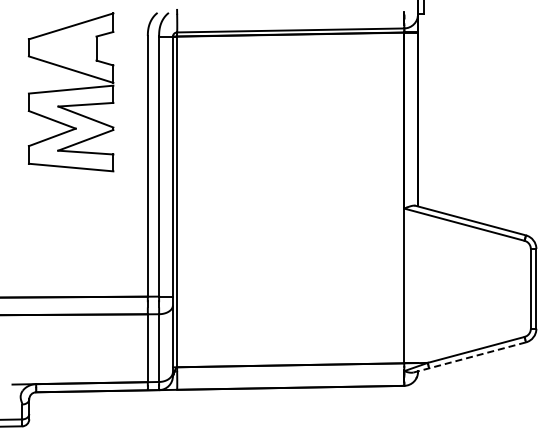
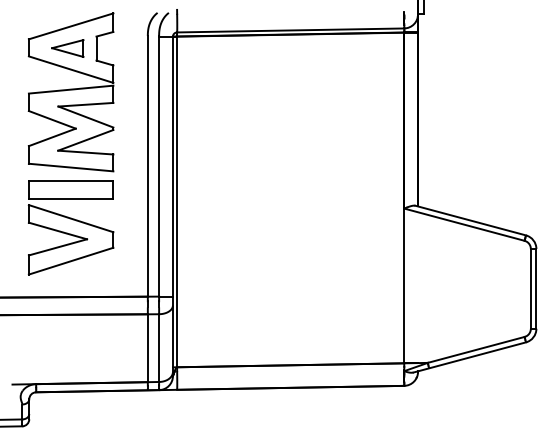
part at (67, 48): none -> present
part at (70, 227): none -> present
line at (469, 357): dashed -> solid
